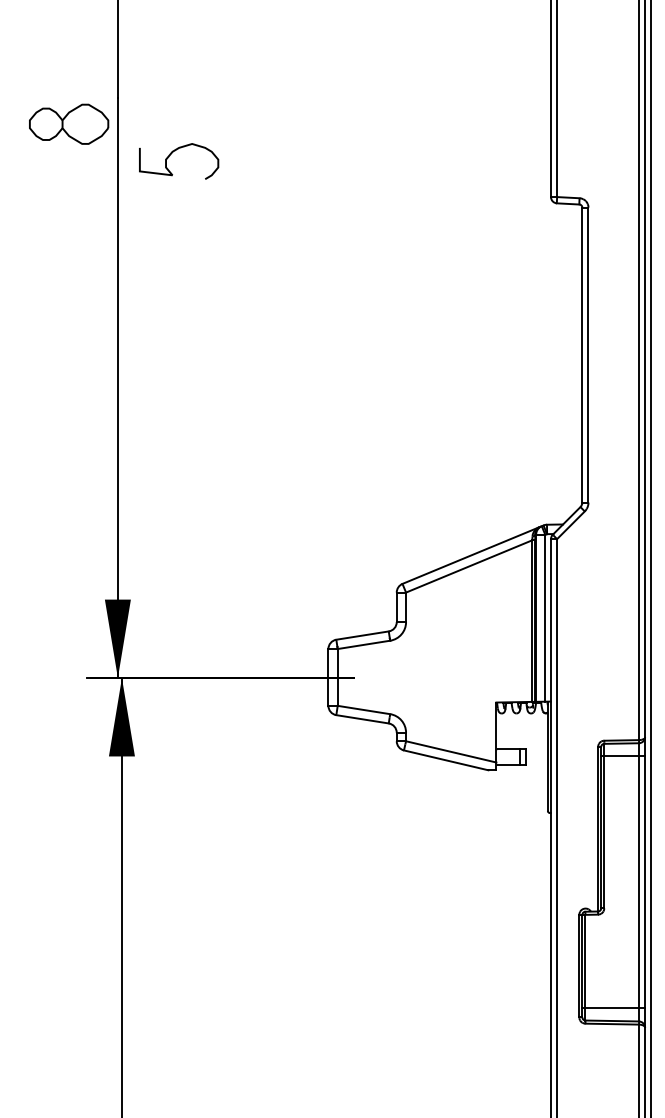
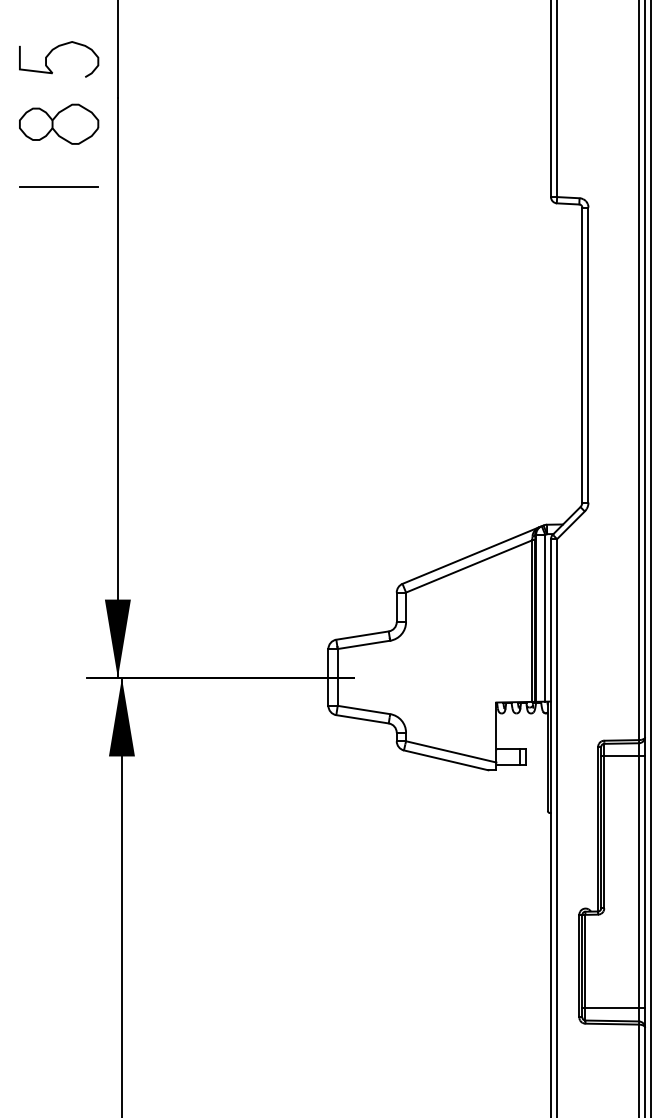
part at (69, 123) position: (69, 123) -> (59, 123)
curve at (172, 153) position: (172, 153) -> (52, 51)
line at (58, 187): none -> present
